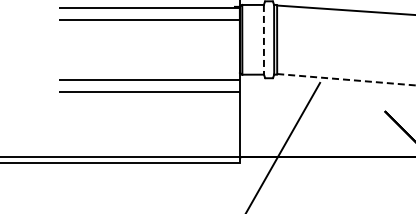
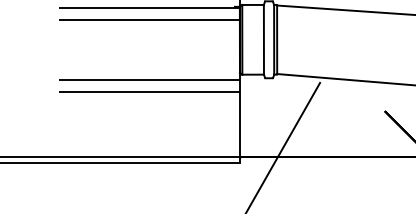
line at (263, 39): dashed -> solid
line at (346, 79): dashed -> solid
